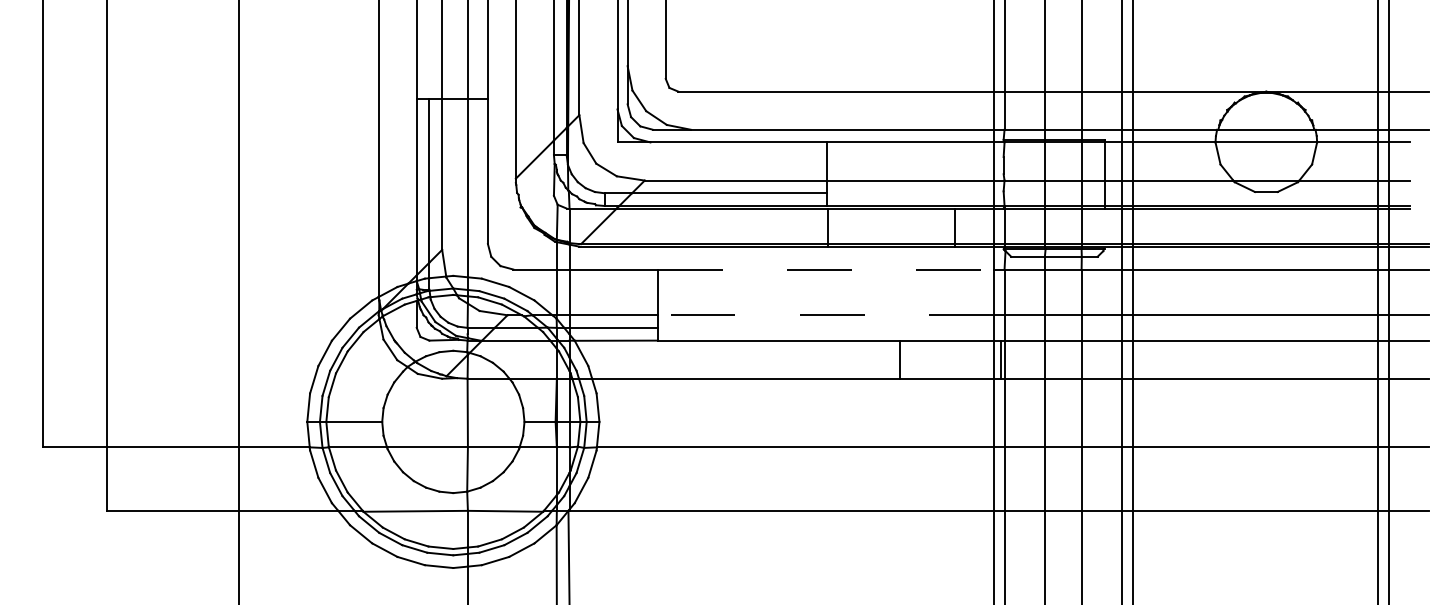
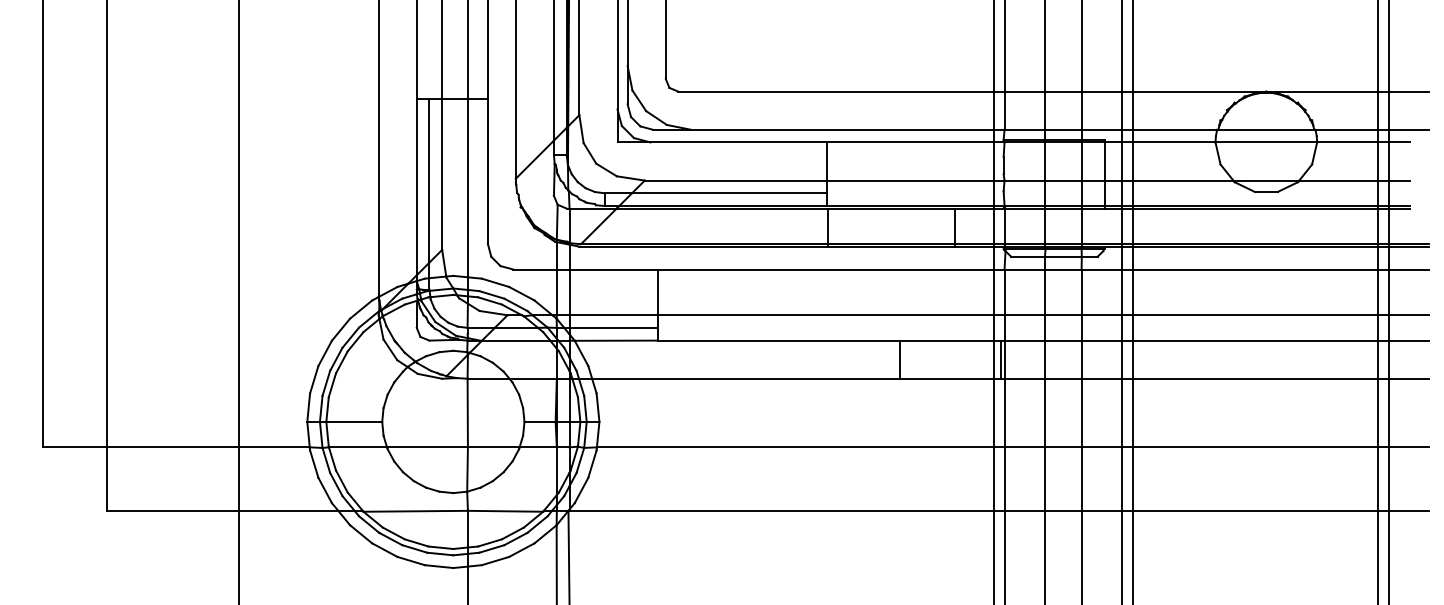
line at (825, 269): dashed -> solid
line at (825, 315): dashed -> solid
